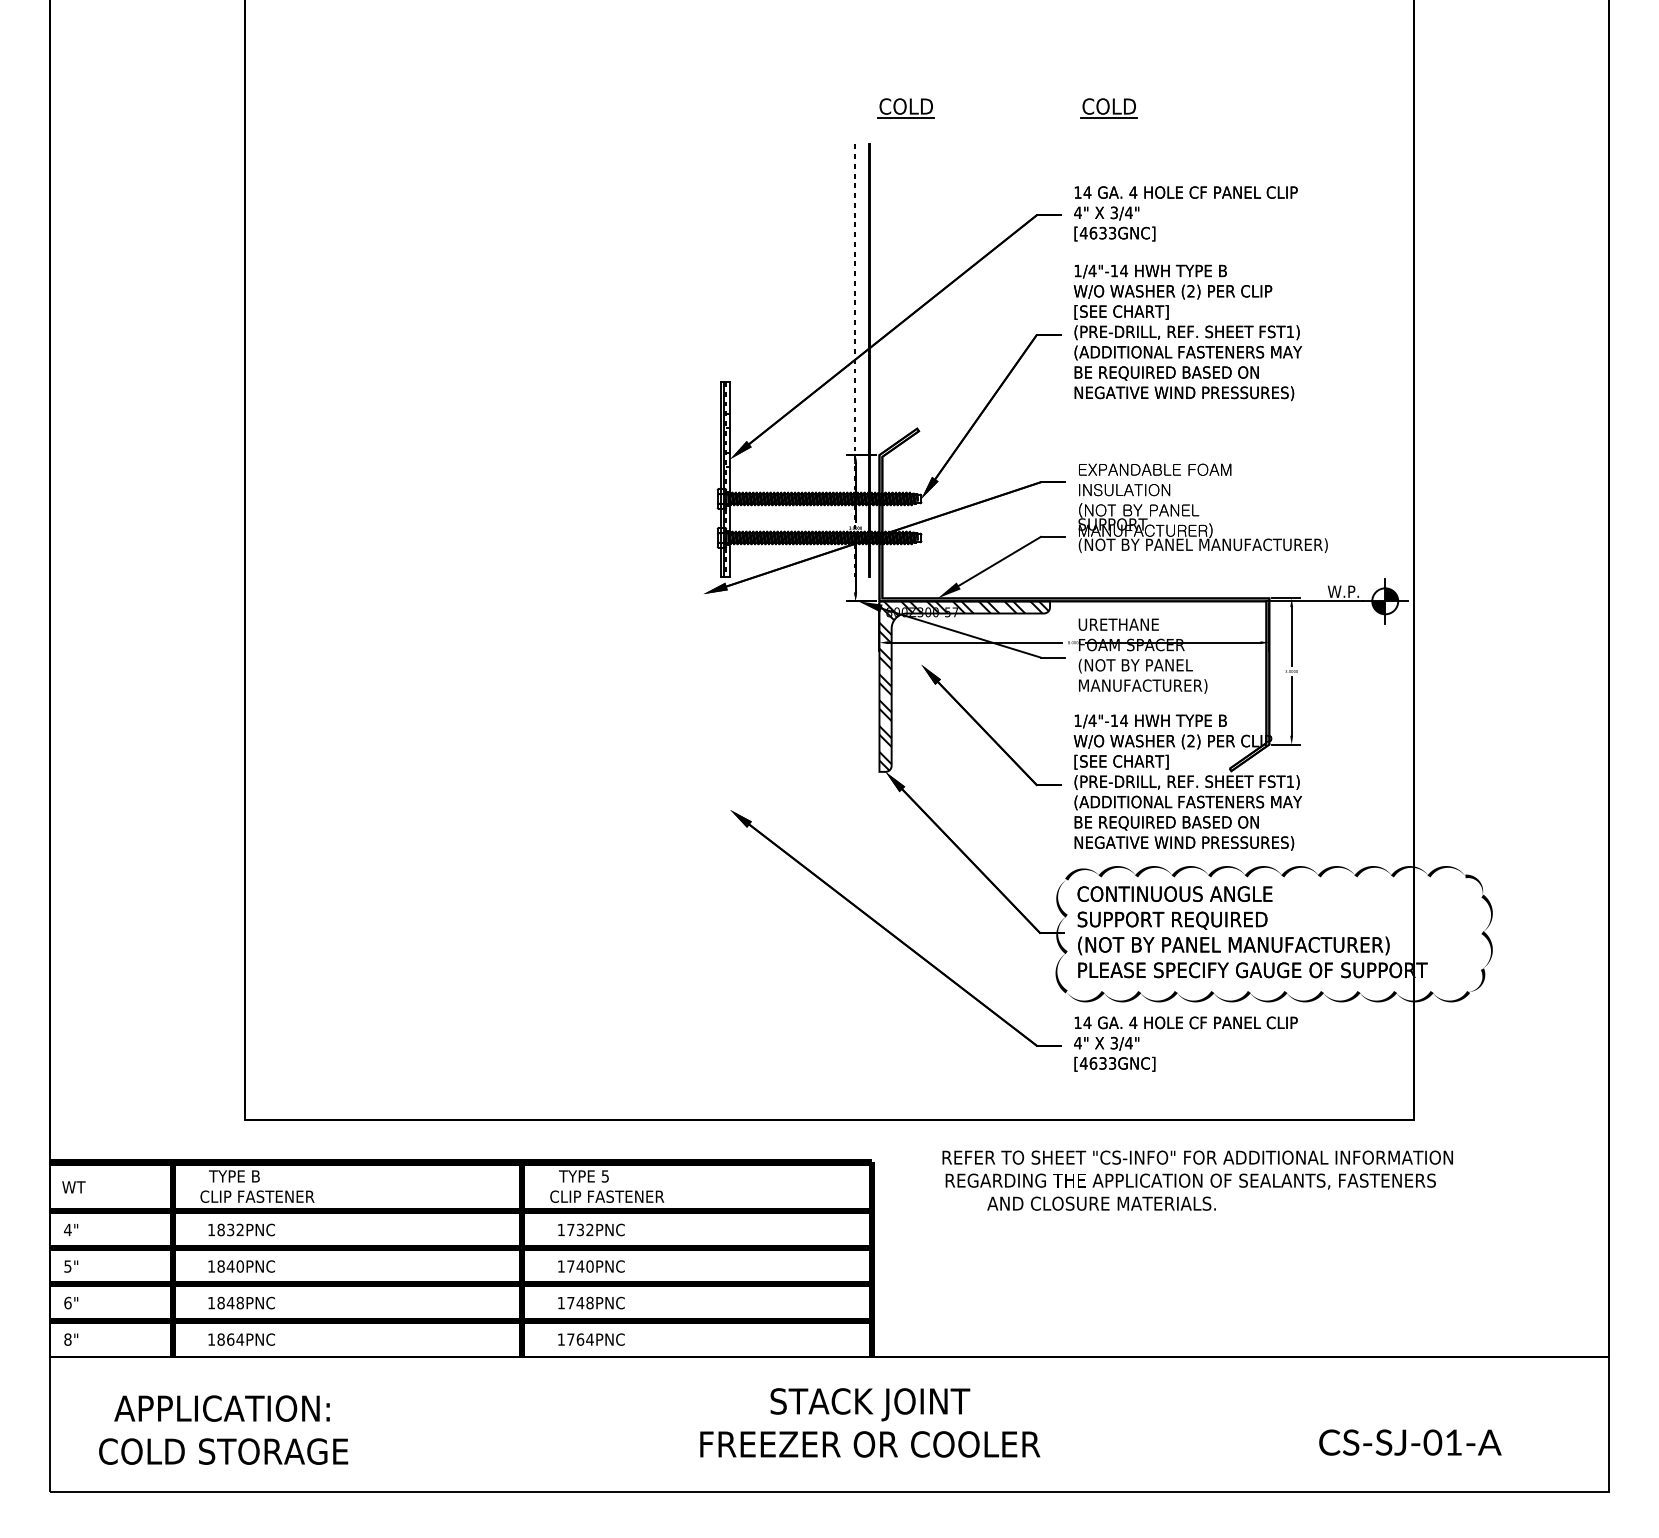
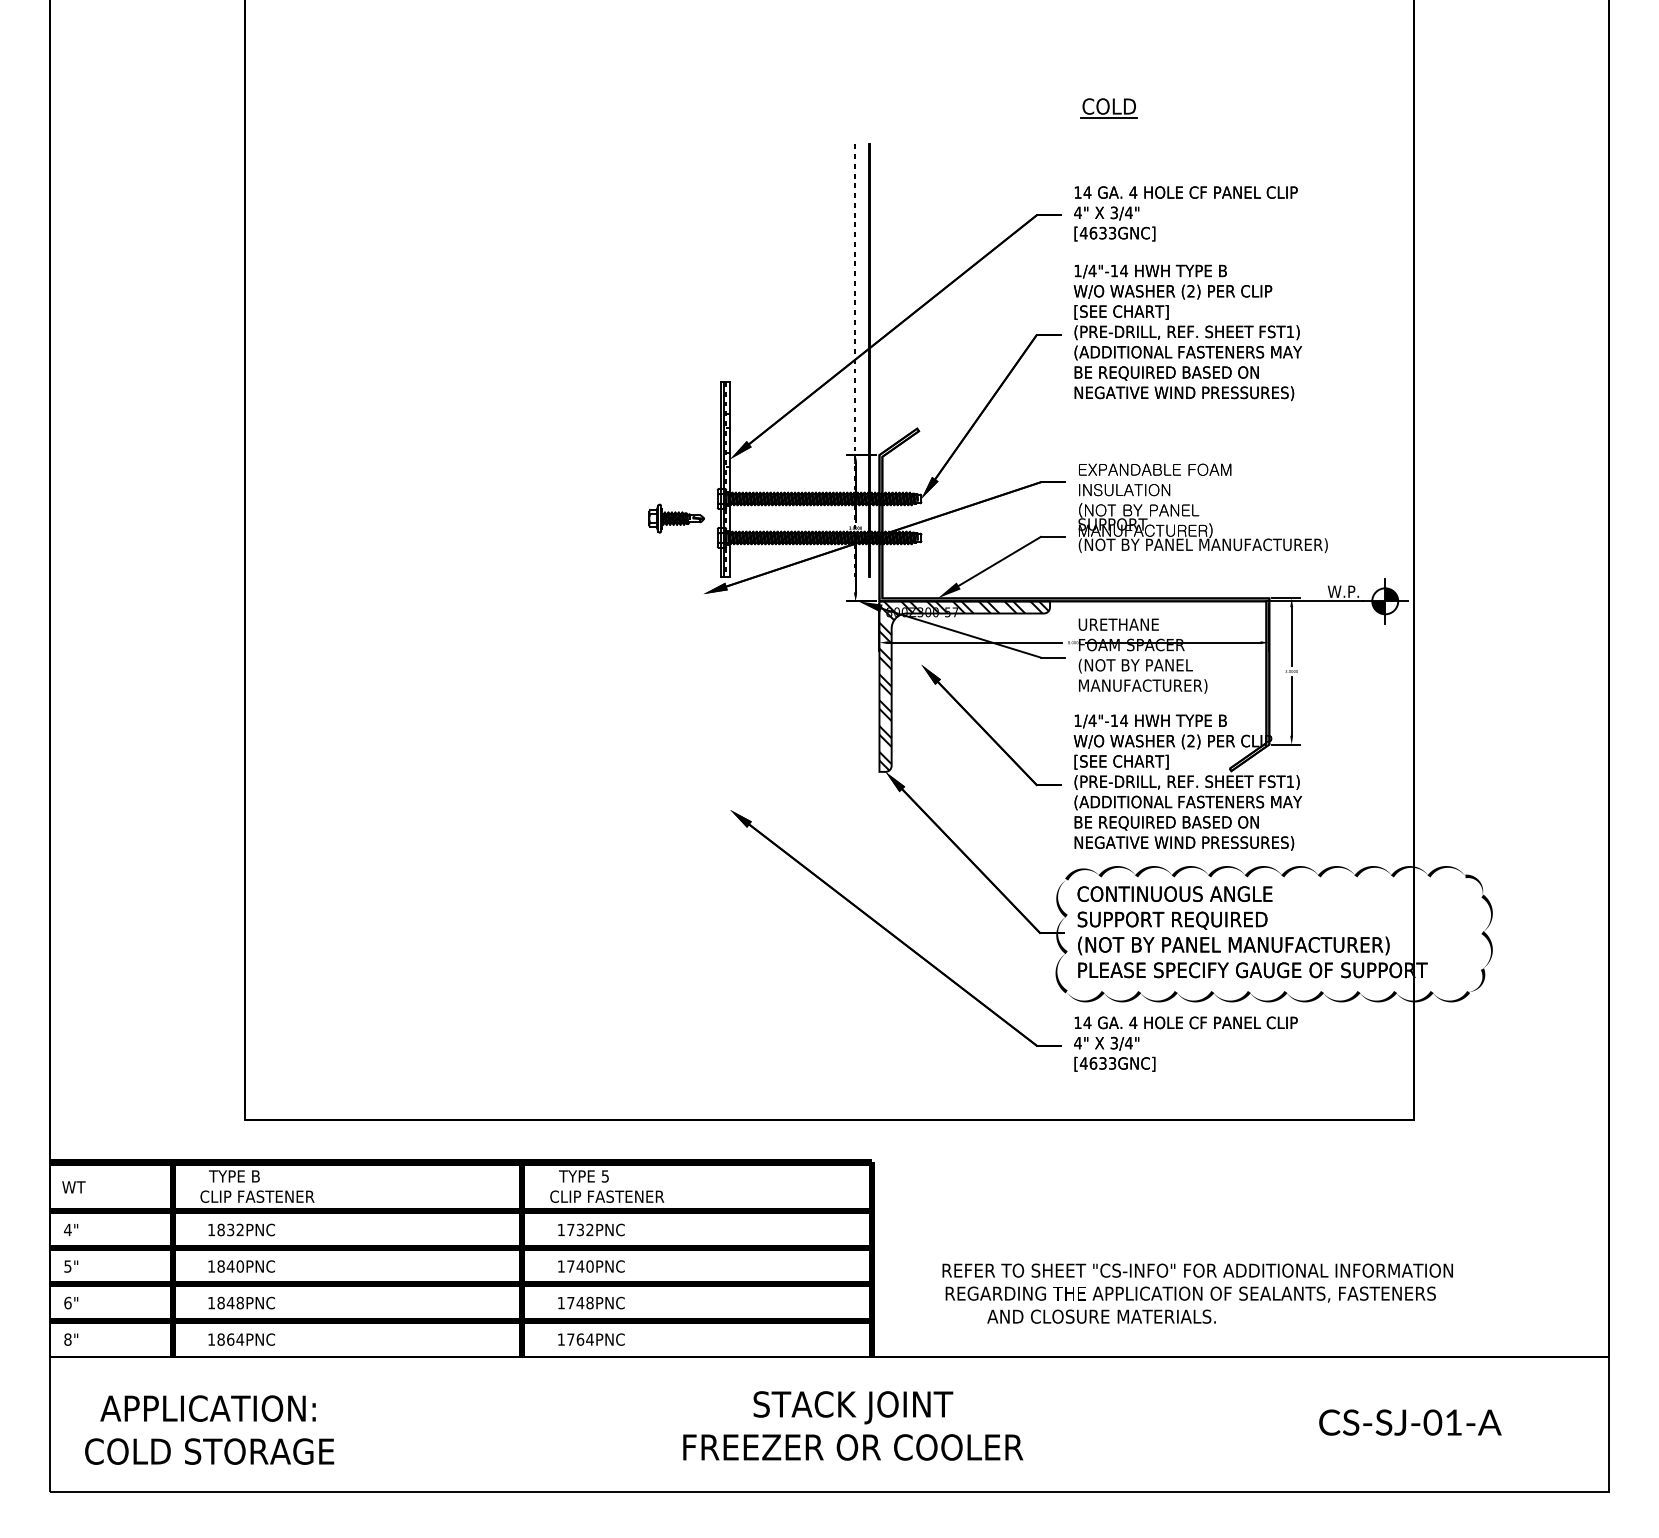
part at (905, 108): present -> none
part at (676, 518): none -> present
text at (1197, 1180) position: (1197, 1180) -> (1197, 1293)
text at (870, 1422) position: (870, 1422) -> (853, 1425)
text at (223, 1429) position: (223, 1429) -> (209, 1429)
text at (1410, 1442) position: (1410, 1442) -> (1410, 1422)
